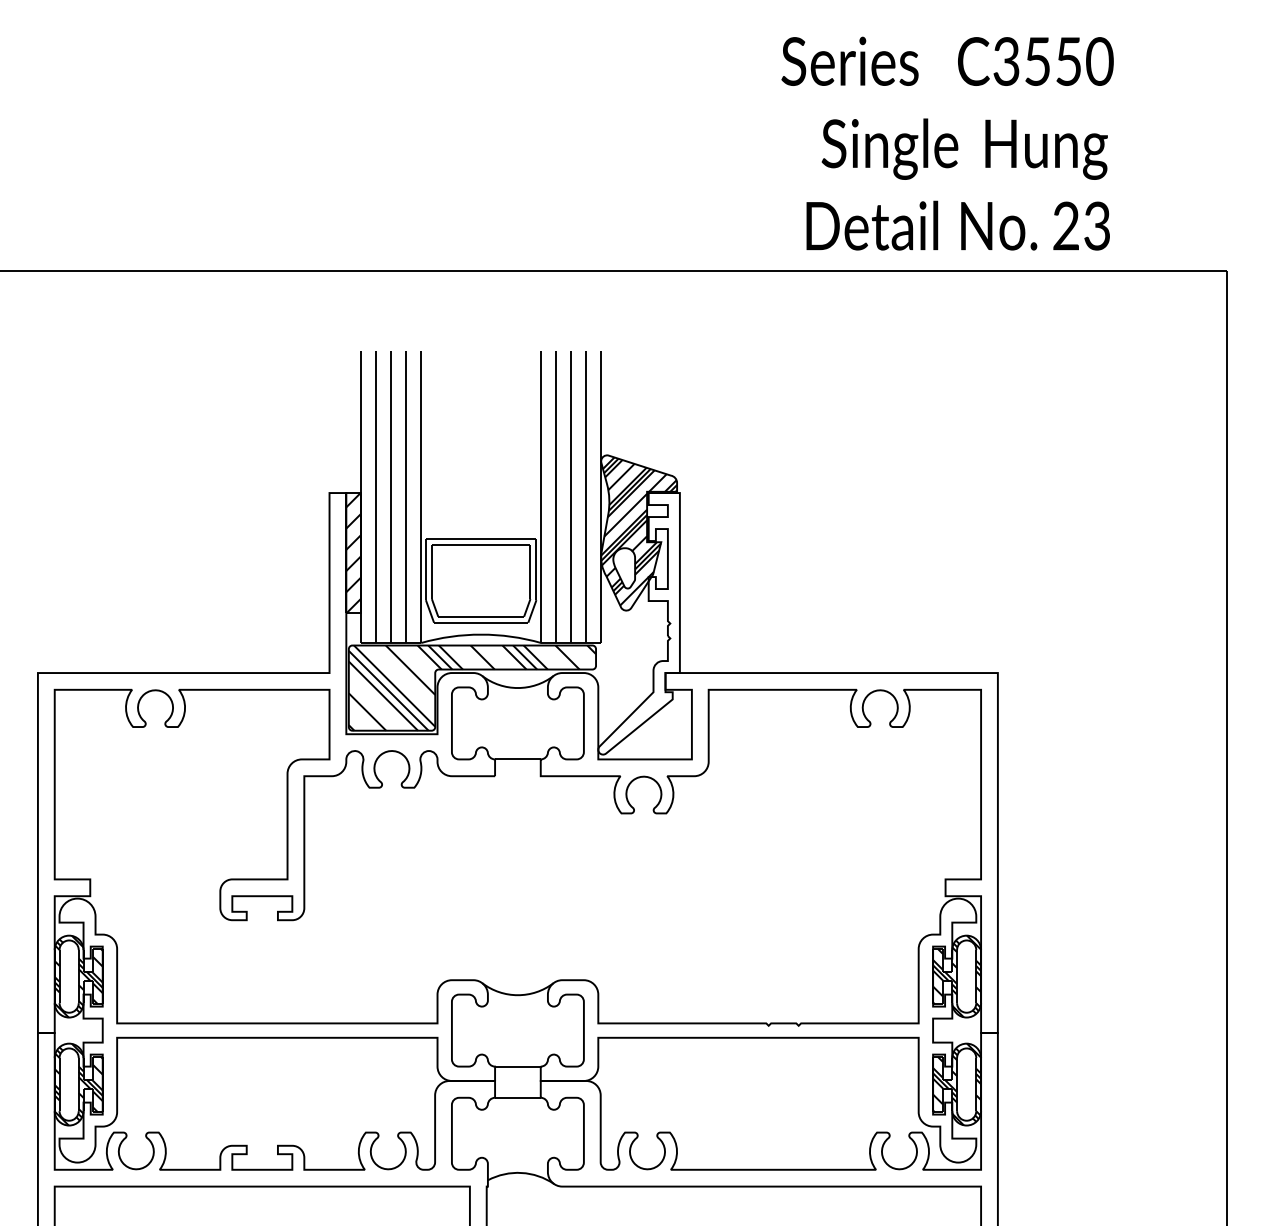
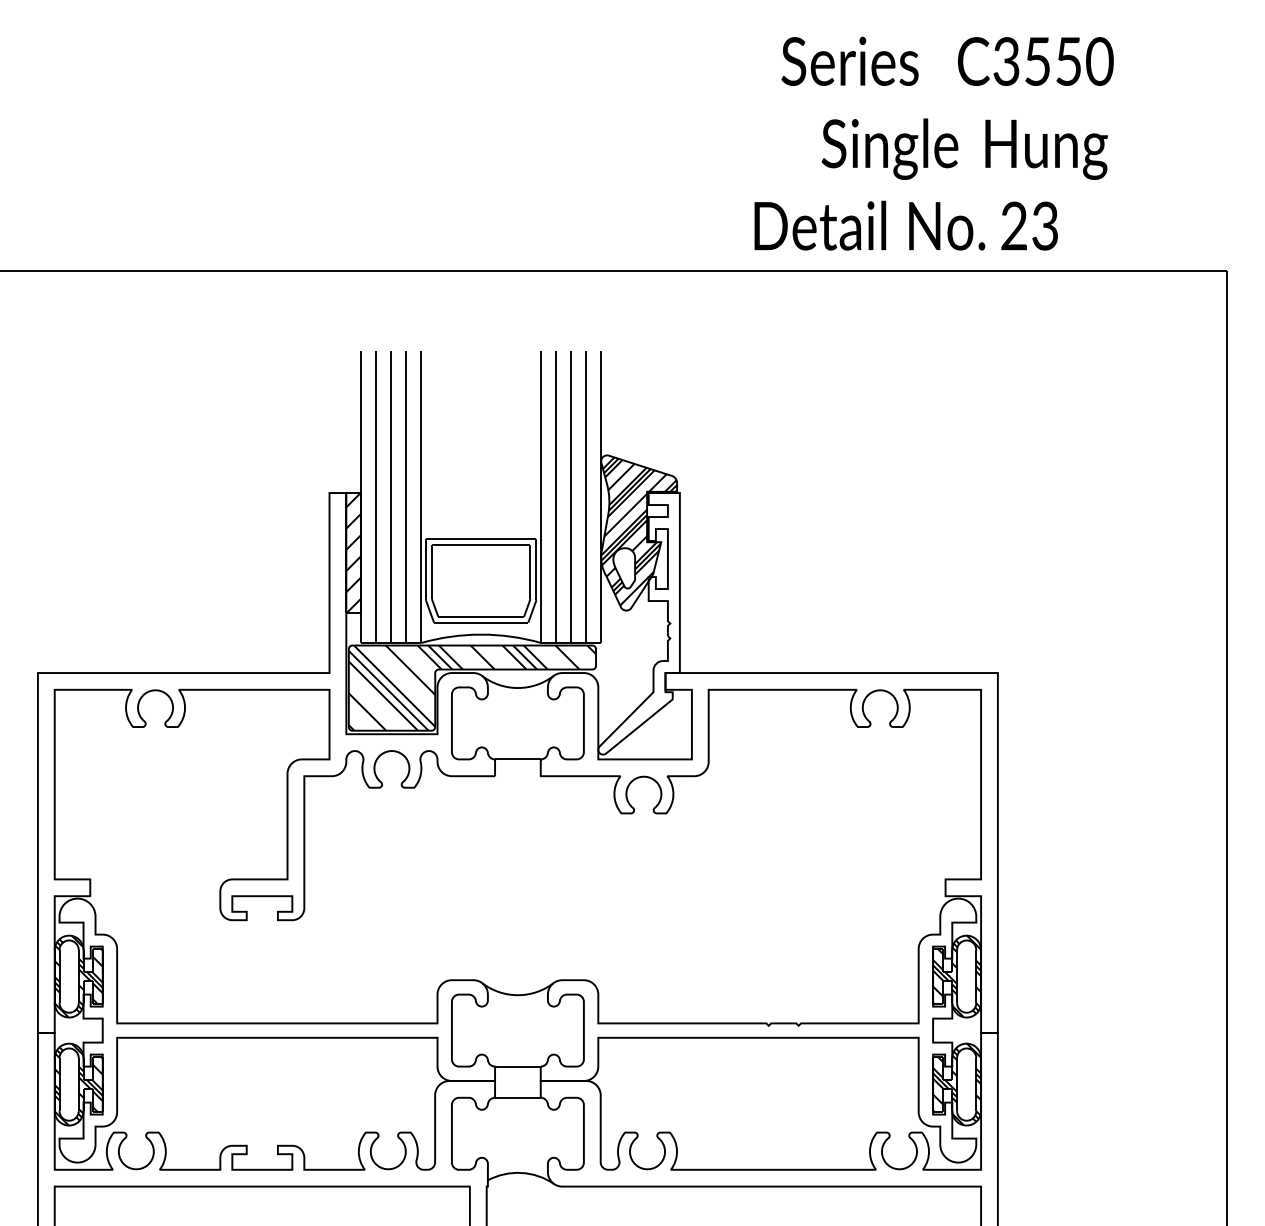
text at (957, 225) position: (957, 225) -> (905, 225)
